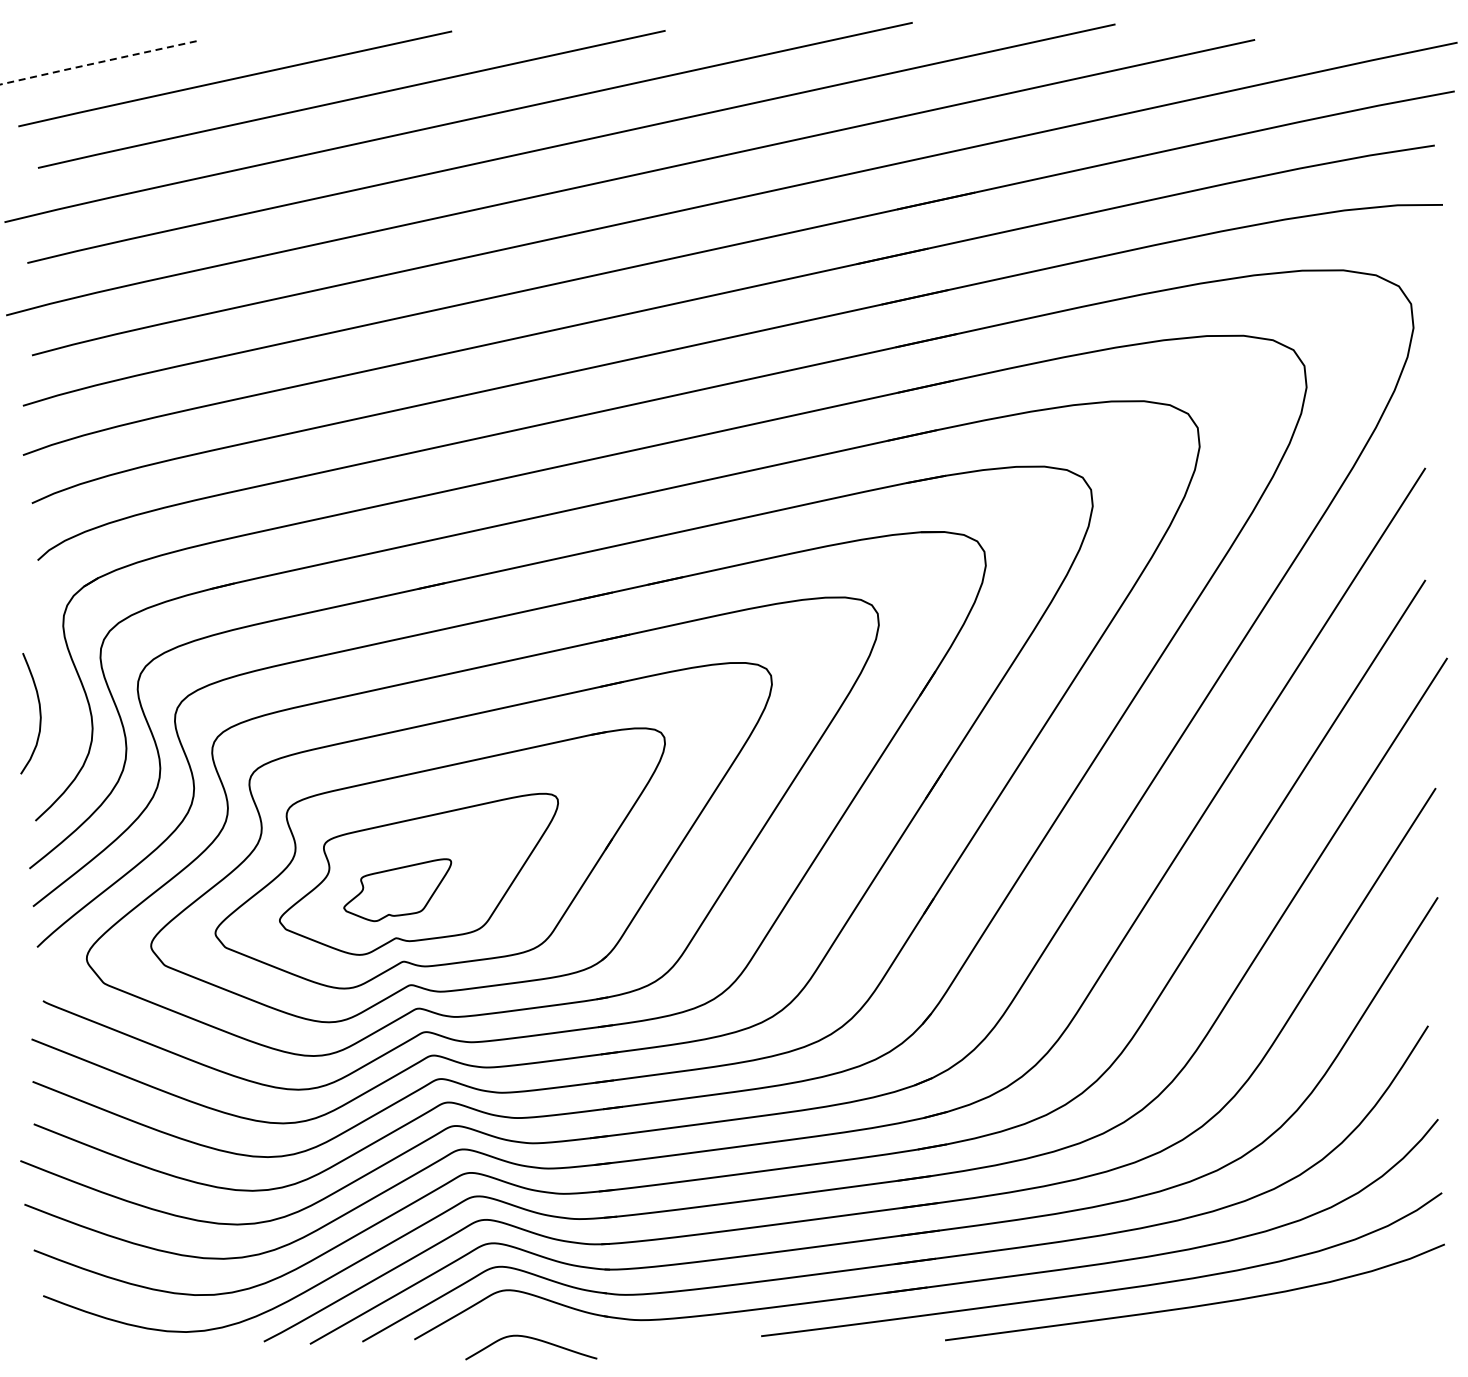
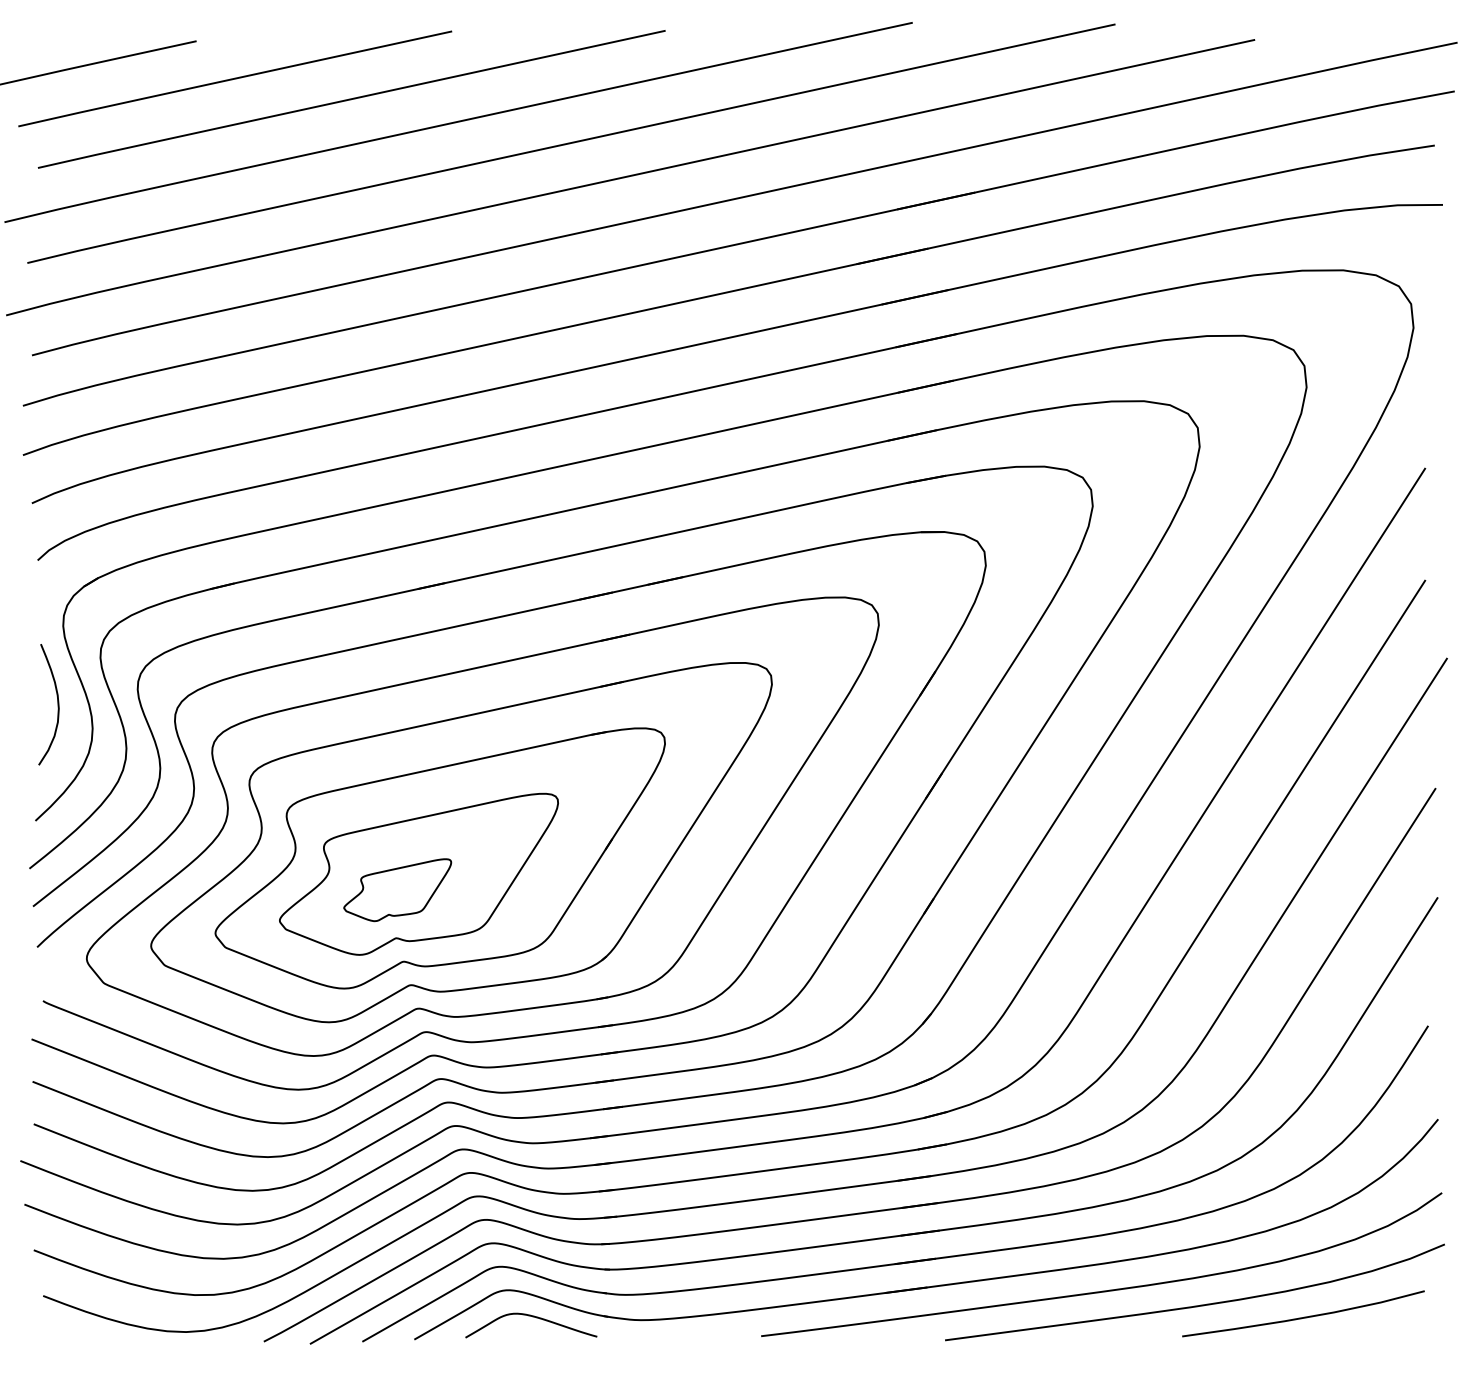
line at (98, 62): dashed -> solid
curve at (39, 713) position: (39, 713) -> (57, 704)
curve at (1304, 1316): none -> present
curve at (532, 1339) position: (532, 1339) -> (532, 1317)
